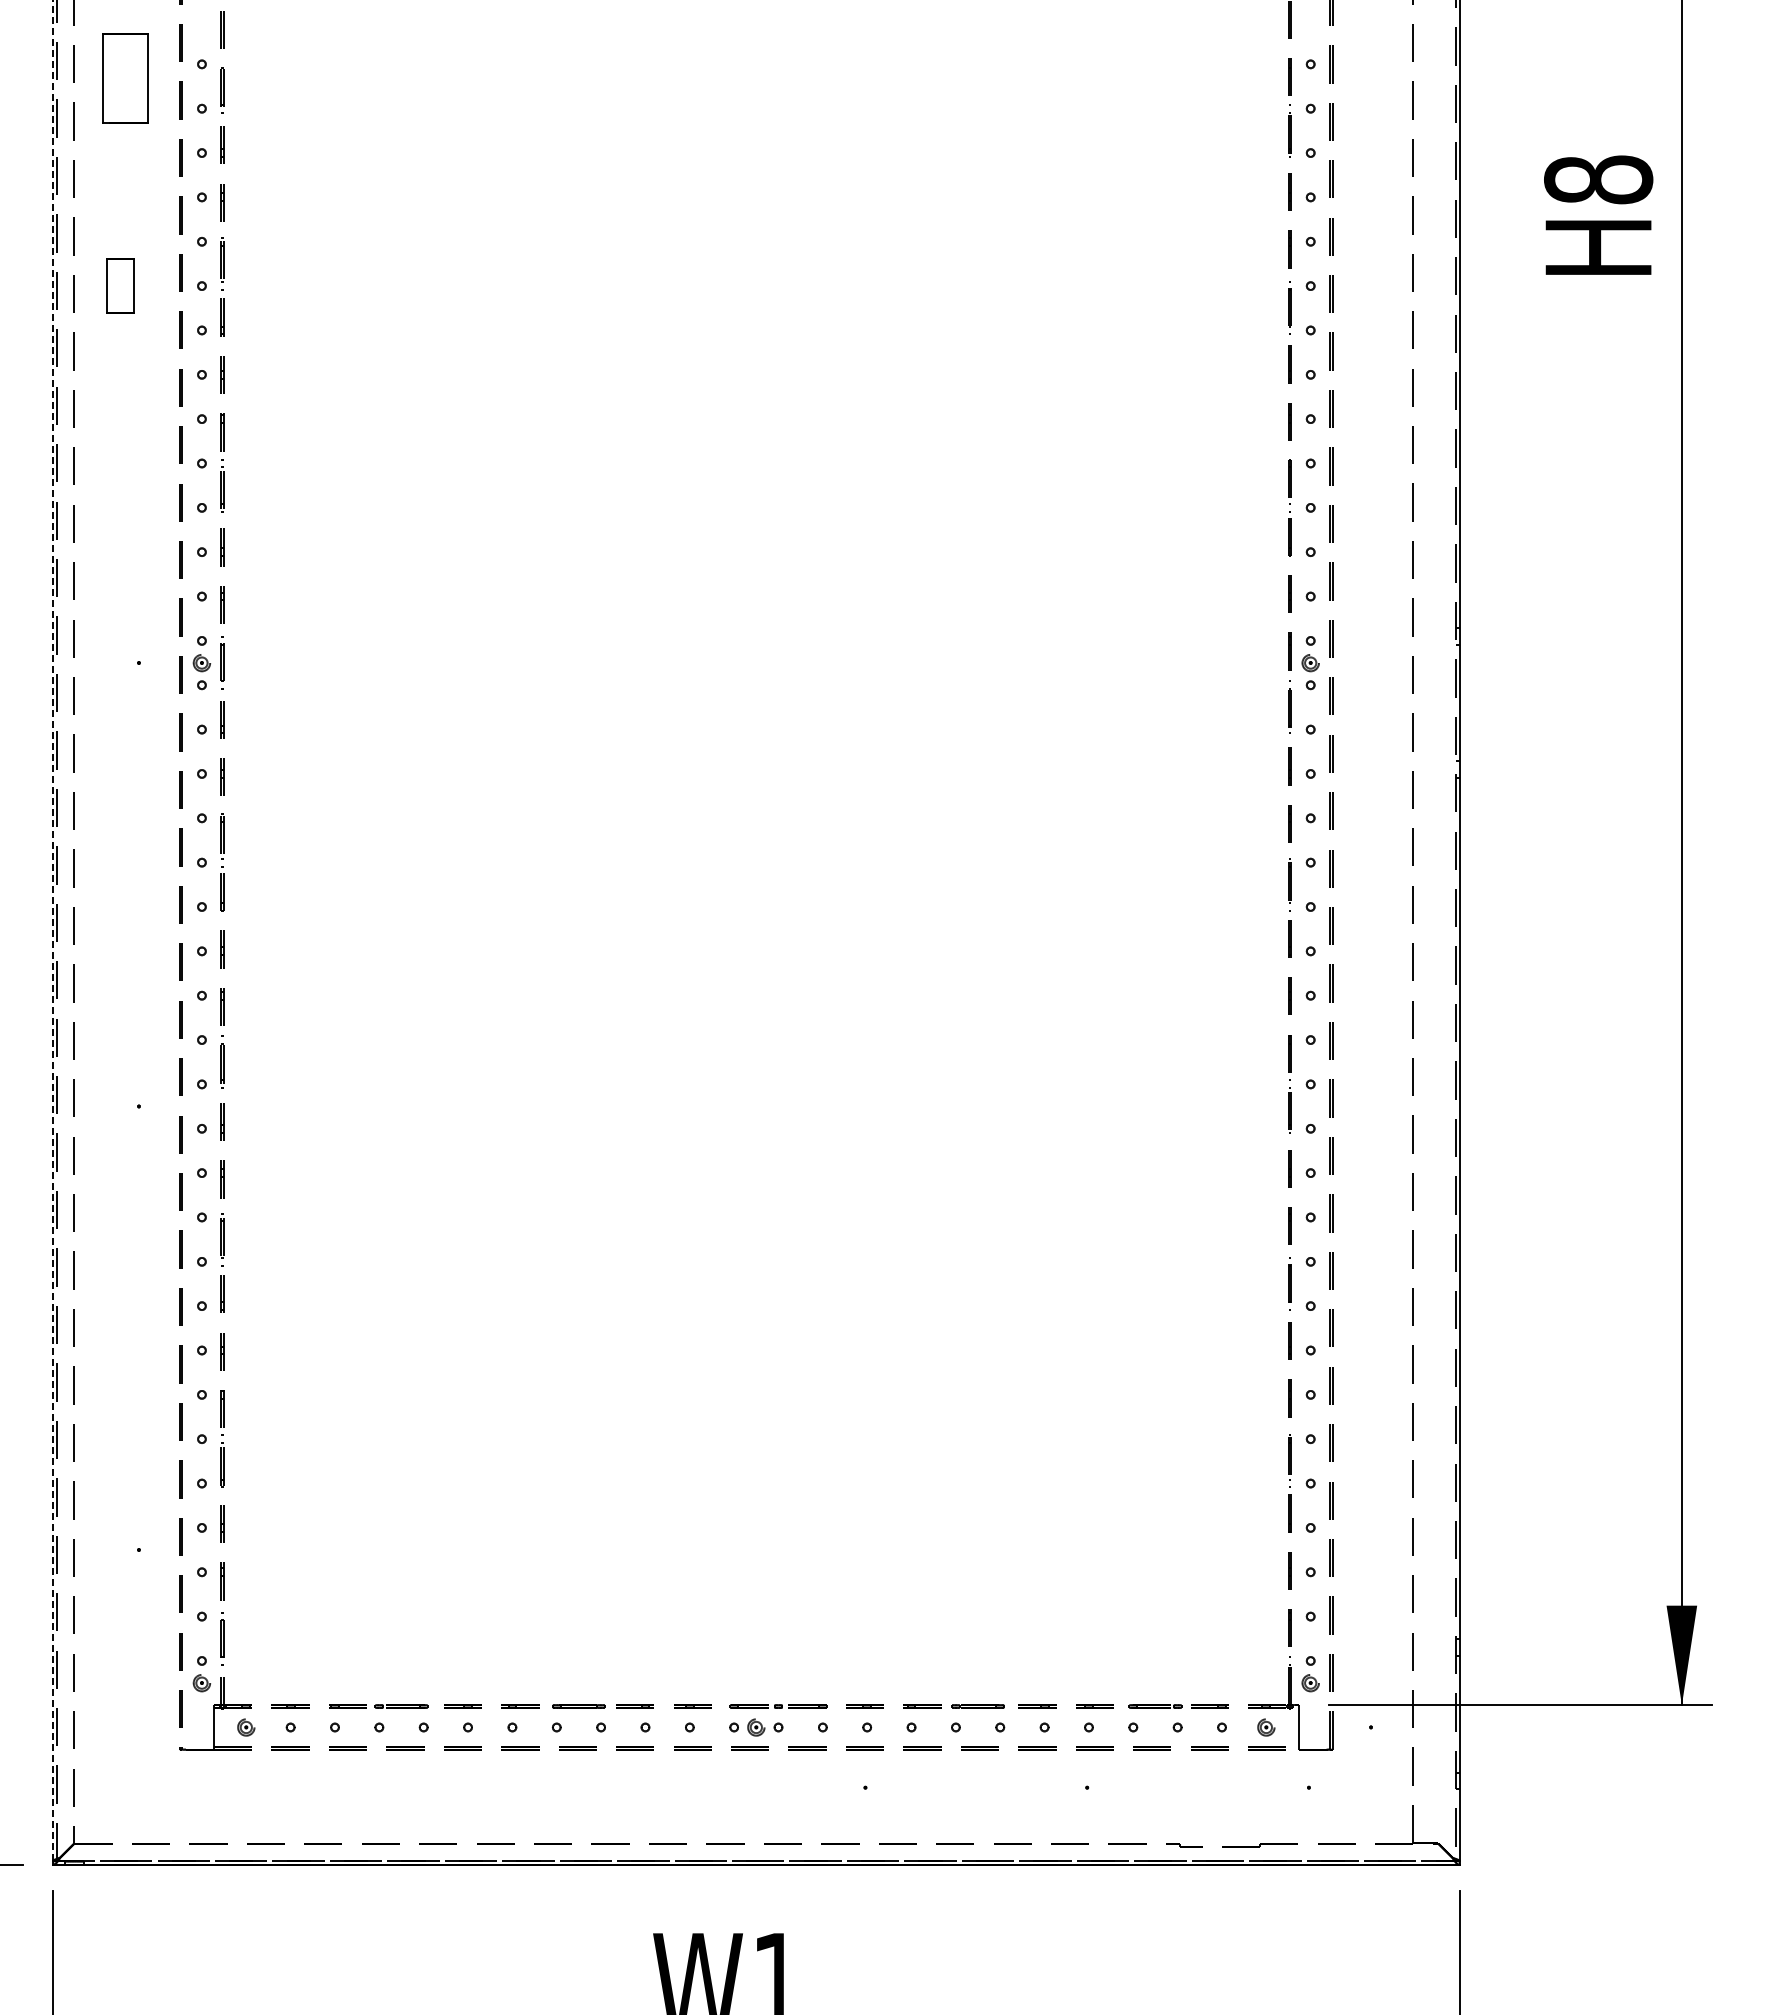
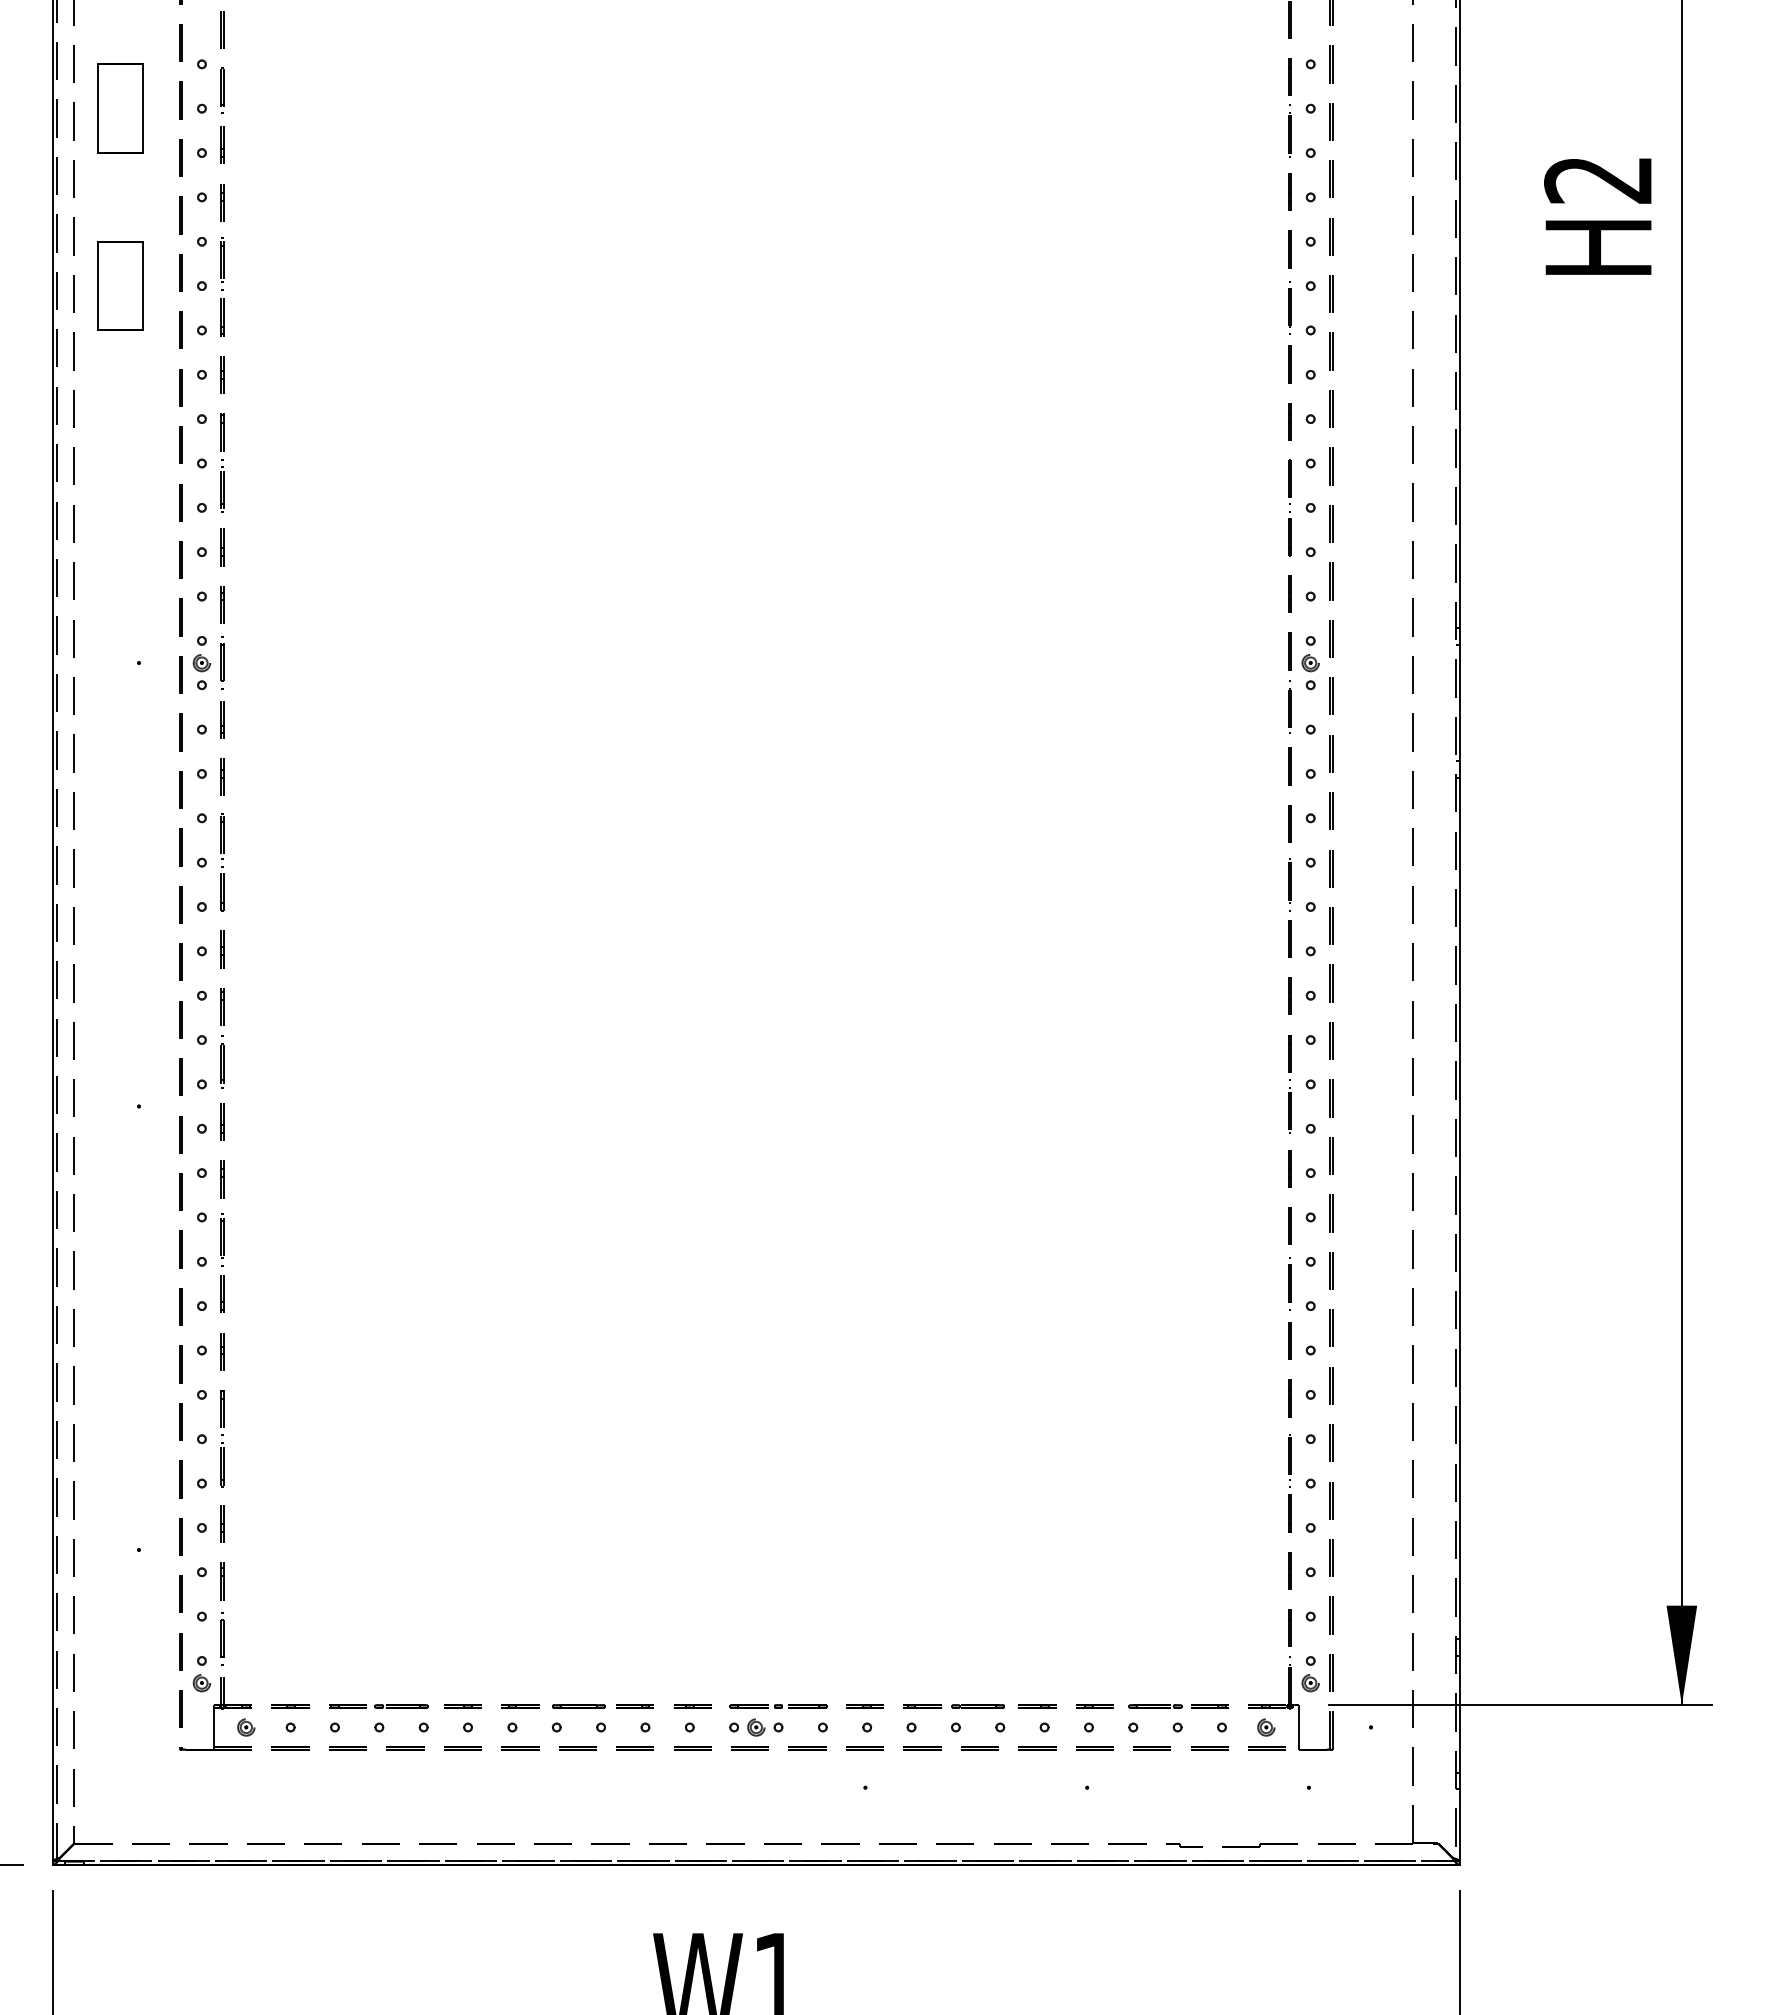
part at (125, 78) position: (125, 78) -> (120, 108)
text at (1598, 179): H8 -> H2
part at (120, 285) size: 29x56 px -> 47x90 px
line at (52, 930): dashed -> solid
